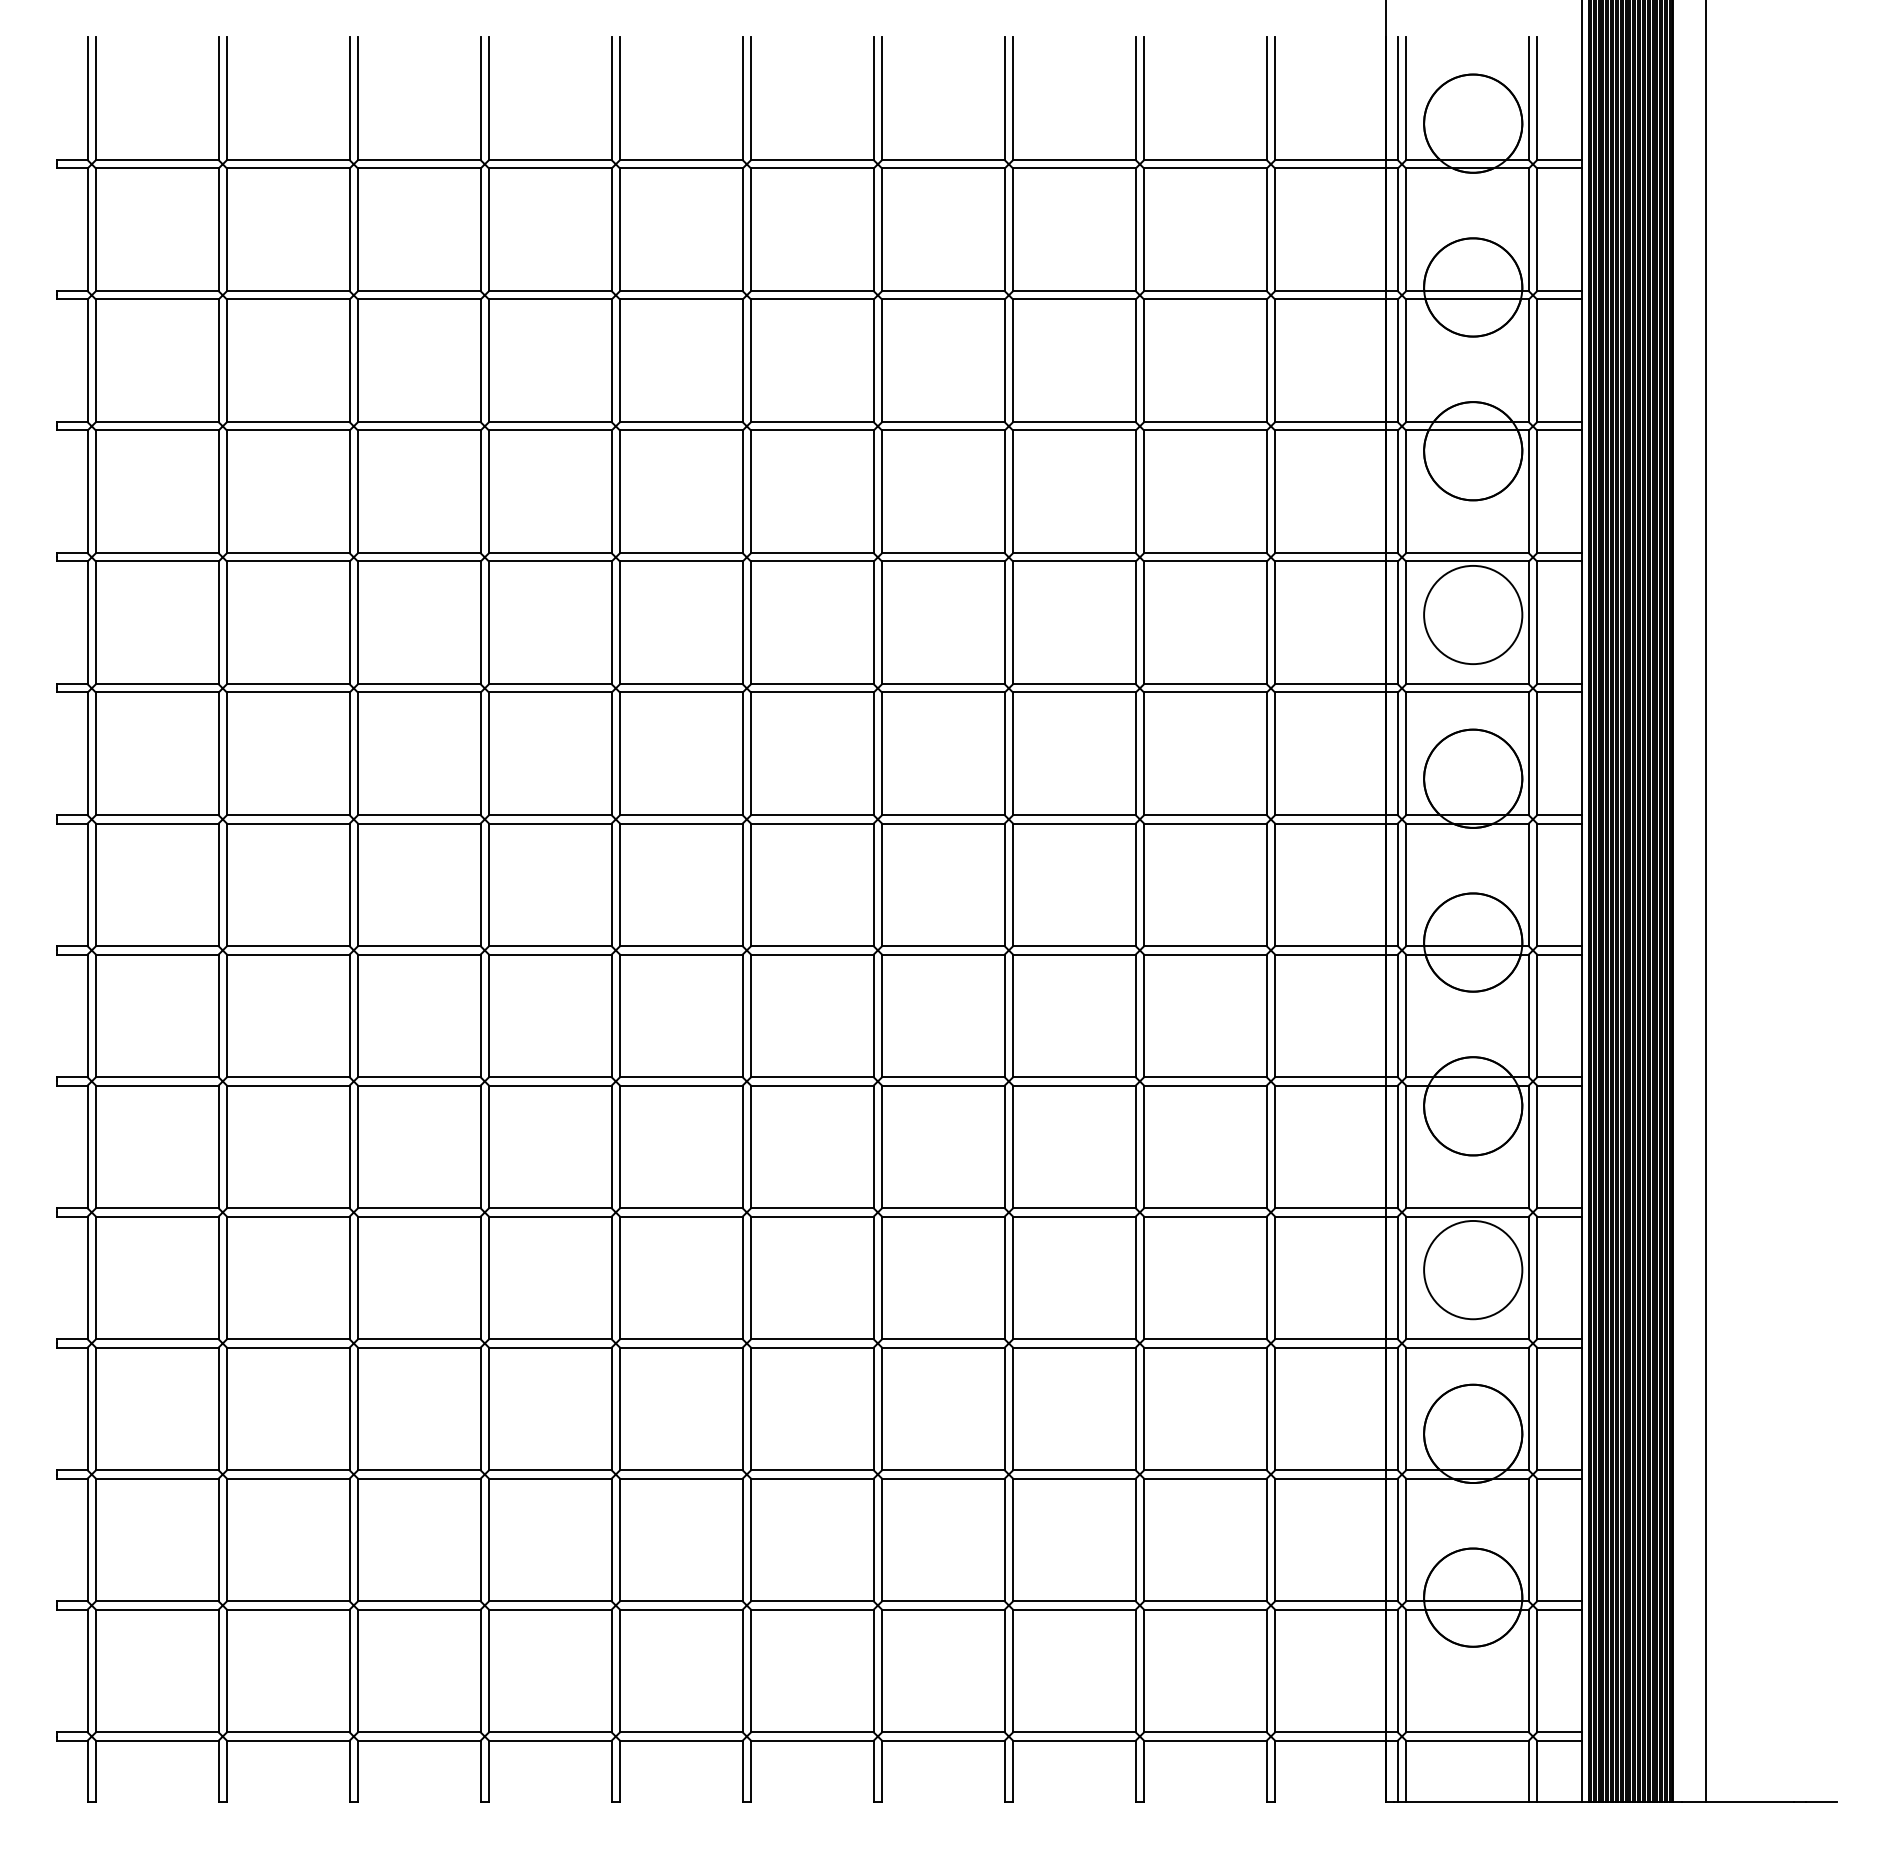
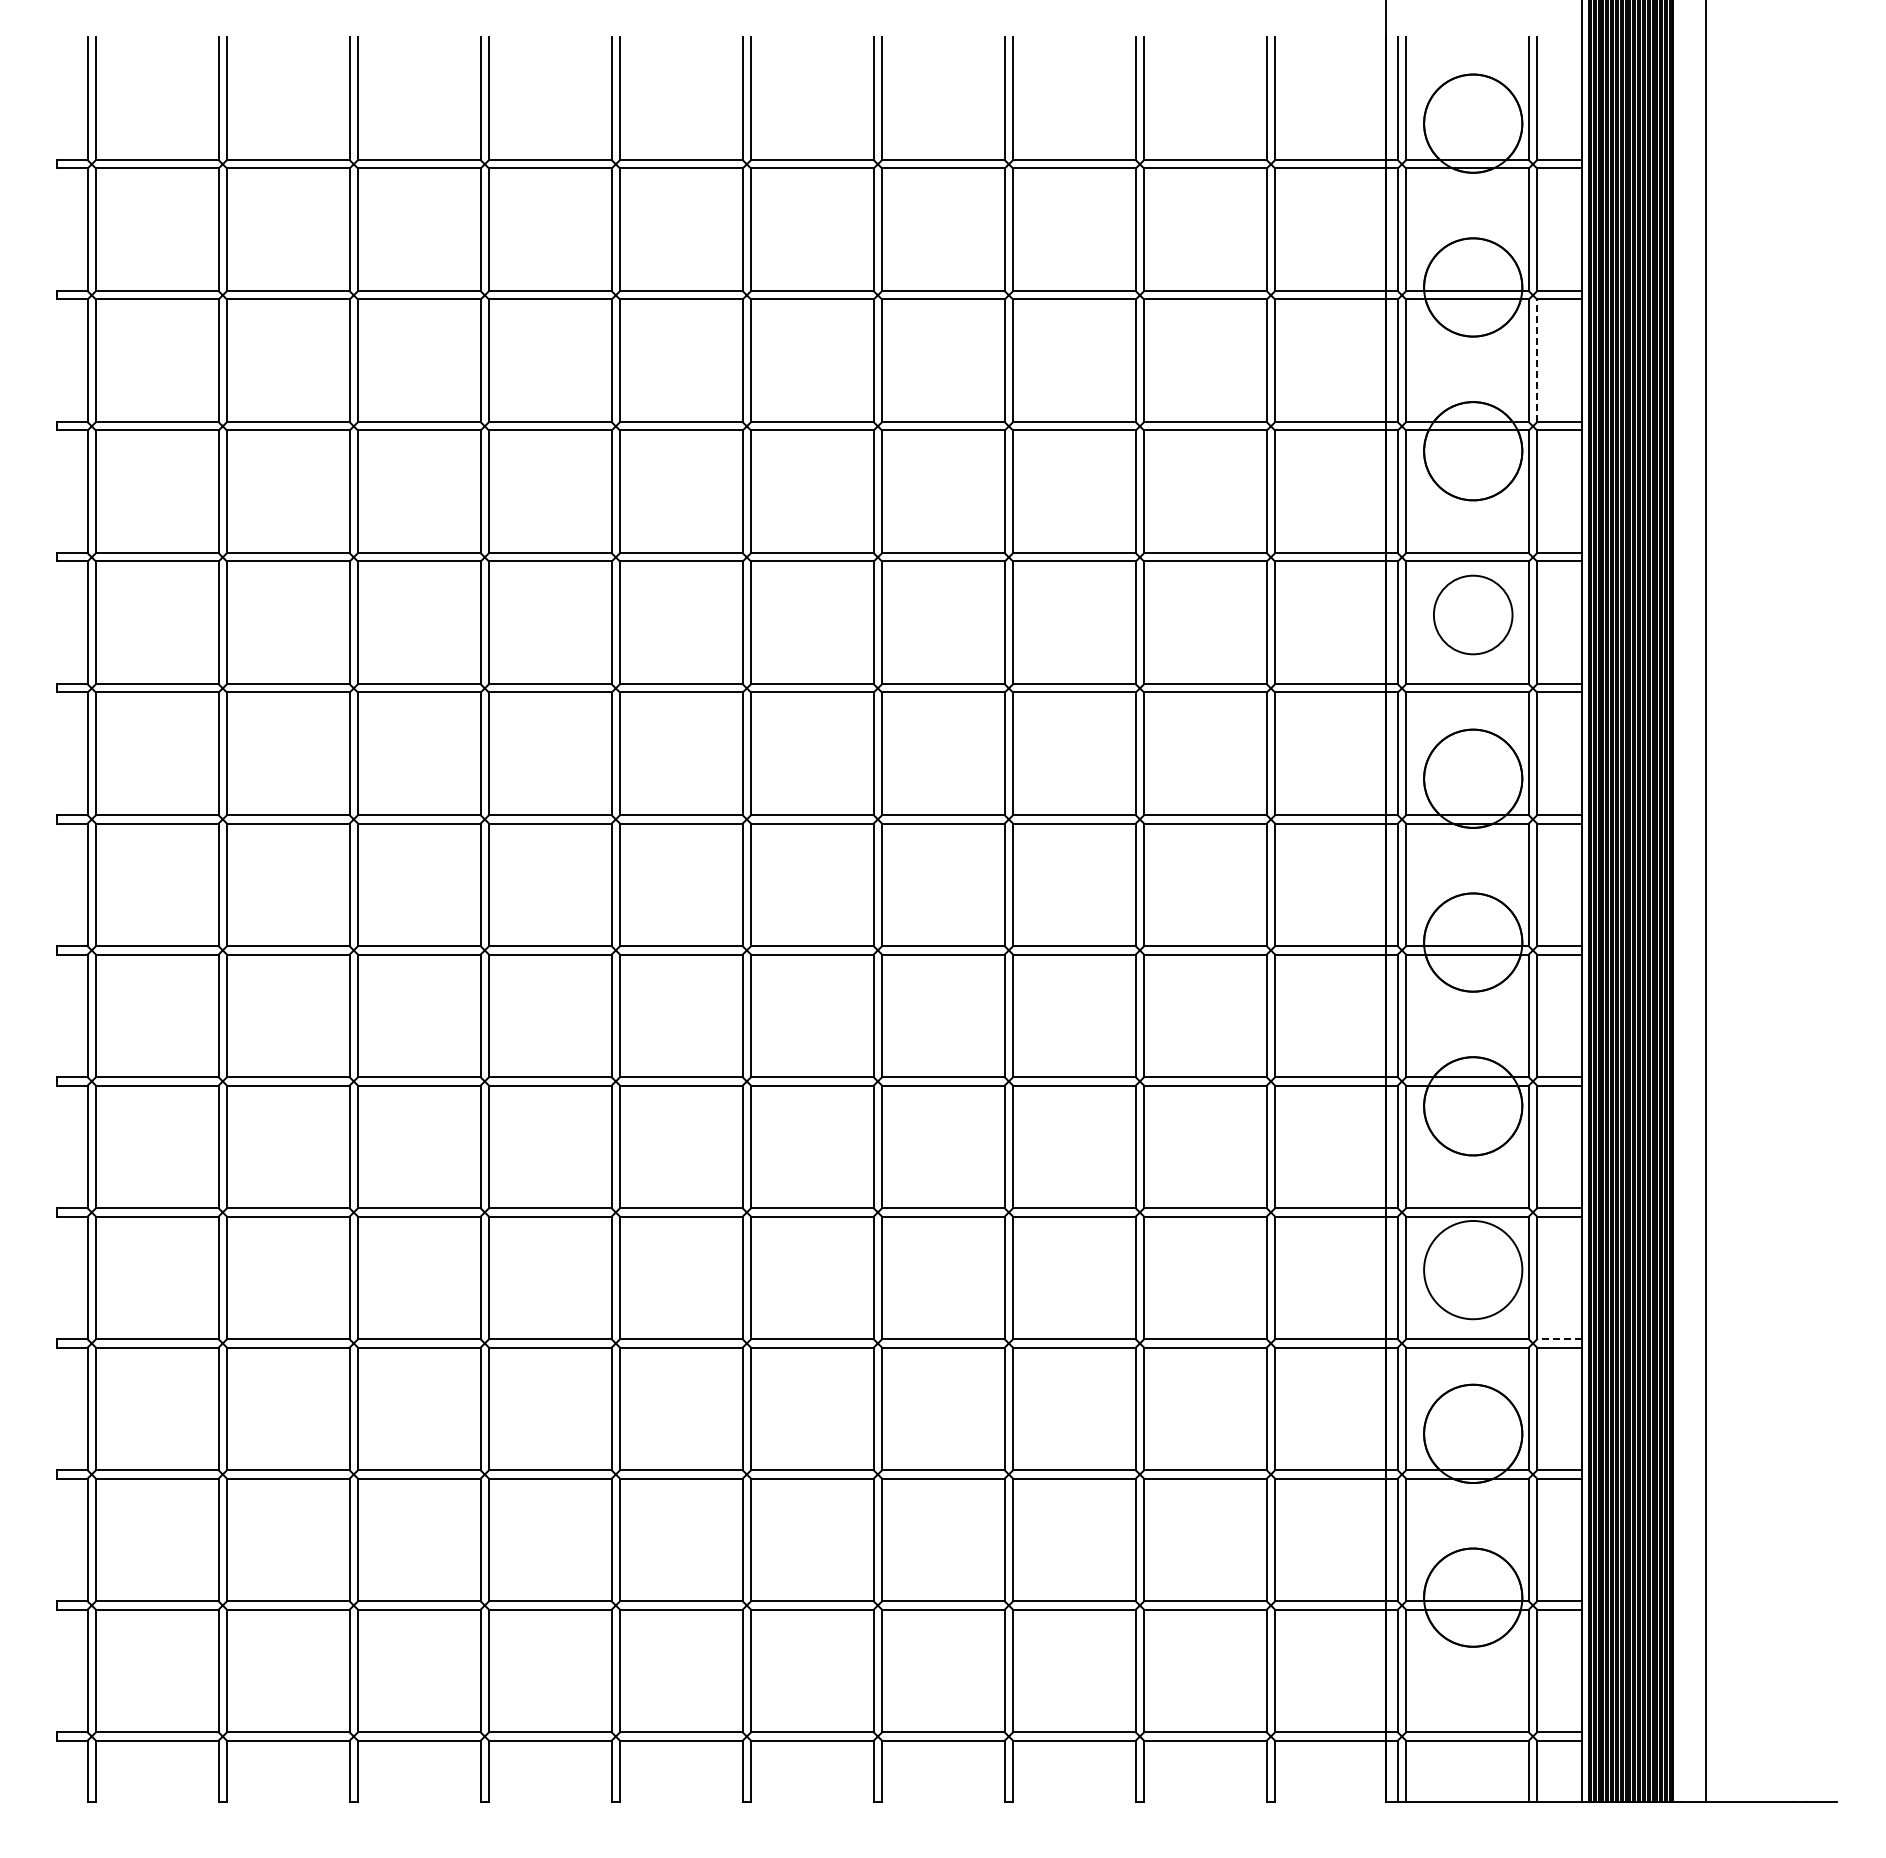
line at (1537, 360): solid -> dashed
circle at (1473, 614) diameter: 98 px -> 79 px
line at (1559, 1339): solid -> dashed
